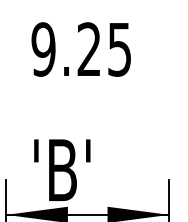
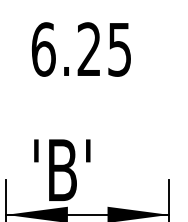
text at (43, 49): 9.25 -> 6.25
